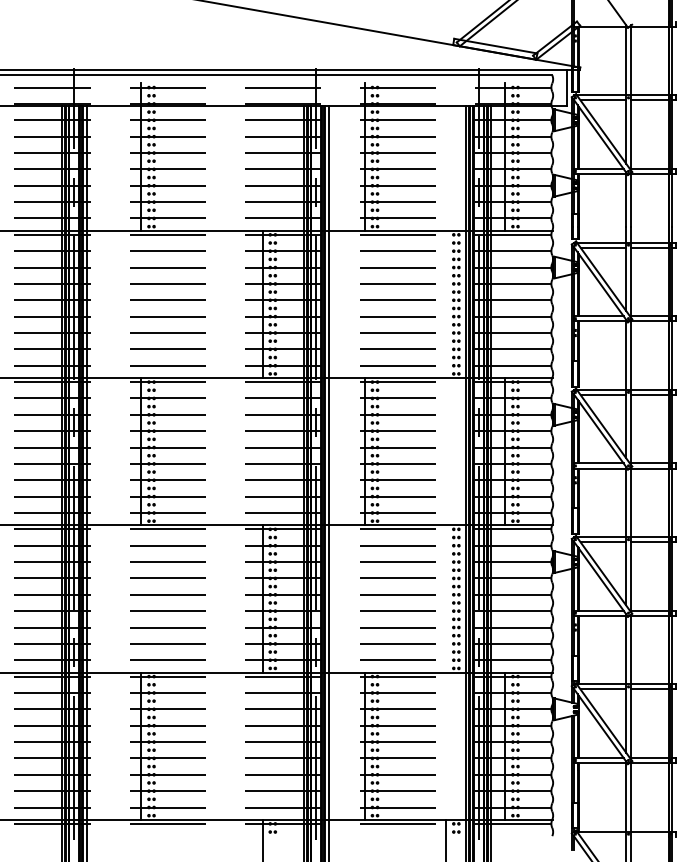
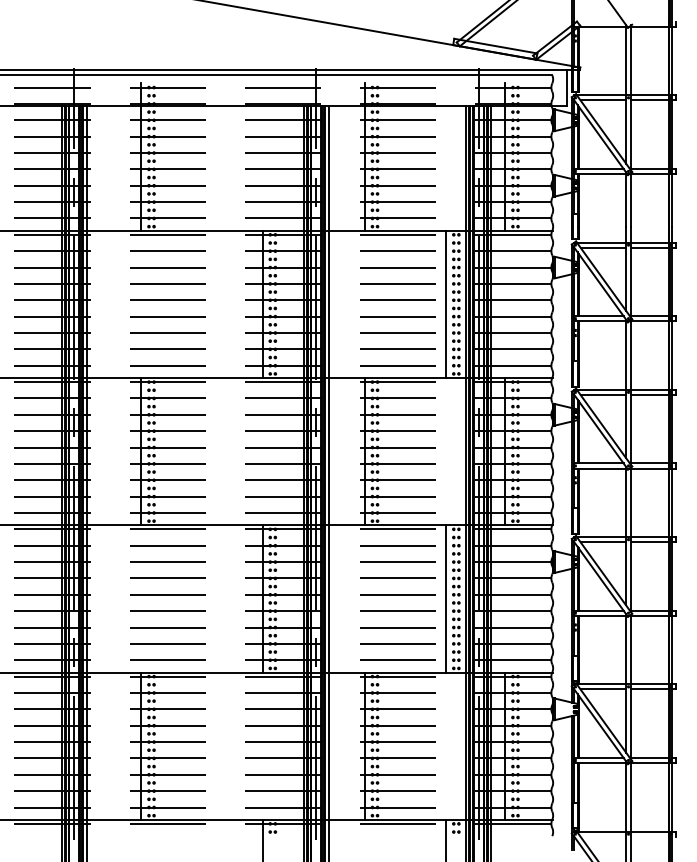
line at (446, 304): none -> present
line at (446, 598): none -> present
